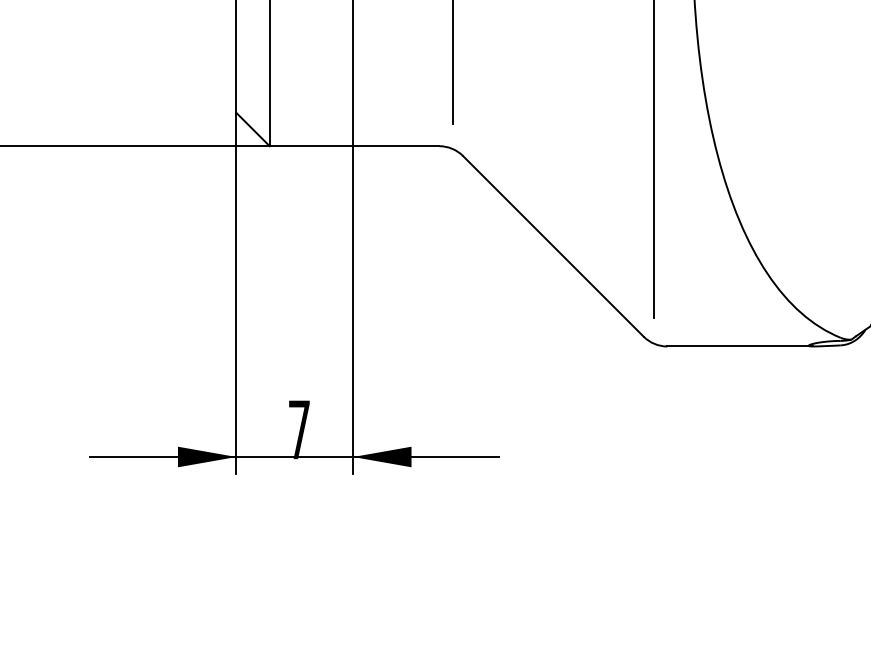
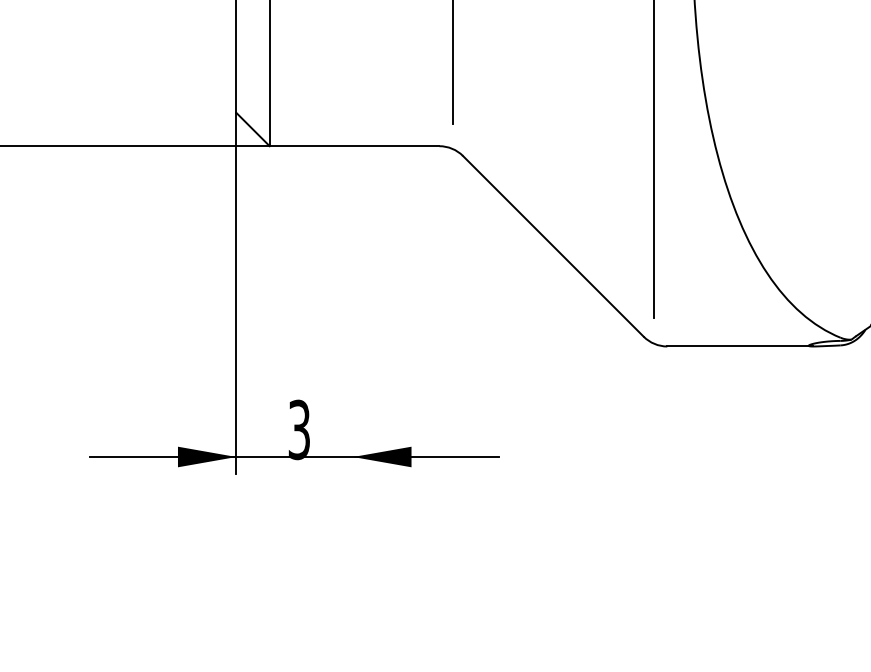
line at (353, 237): present -> none
text at (298, 429): 7 -> 3
